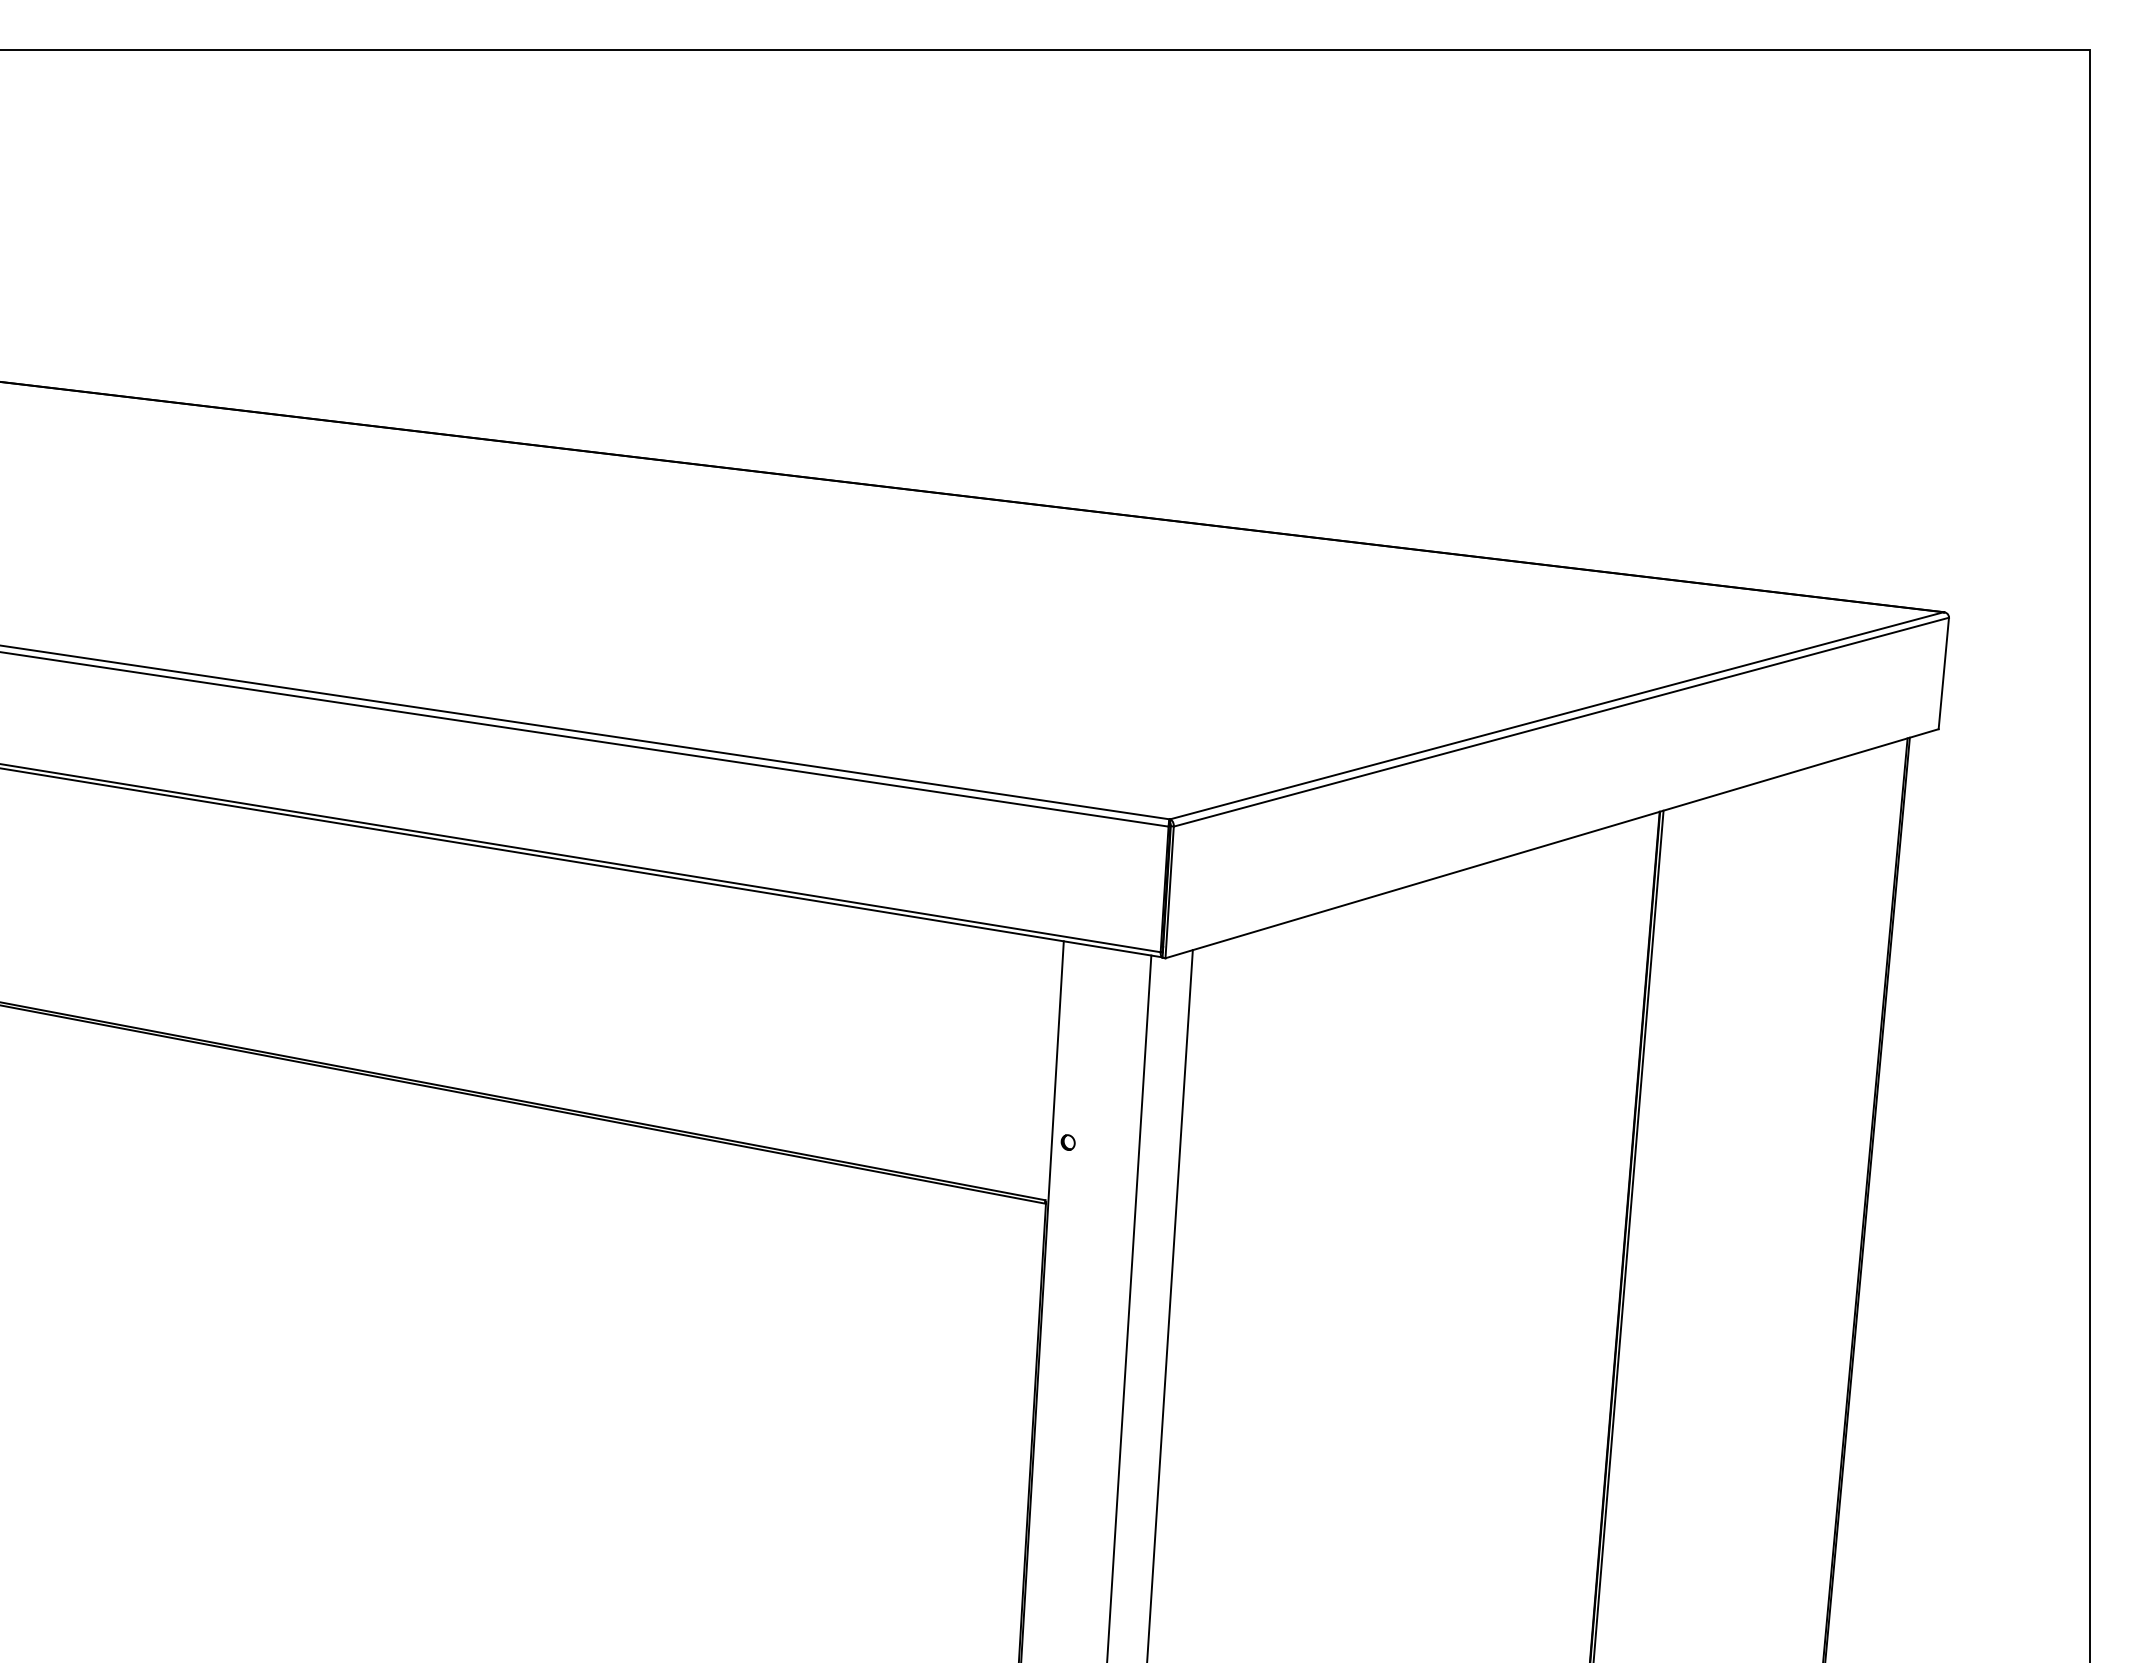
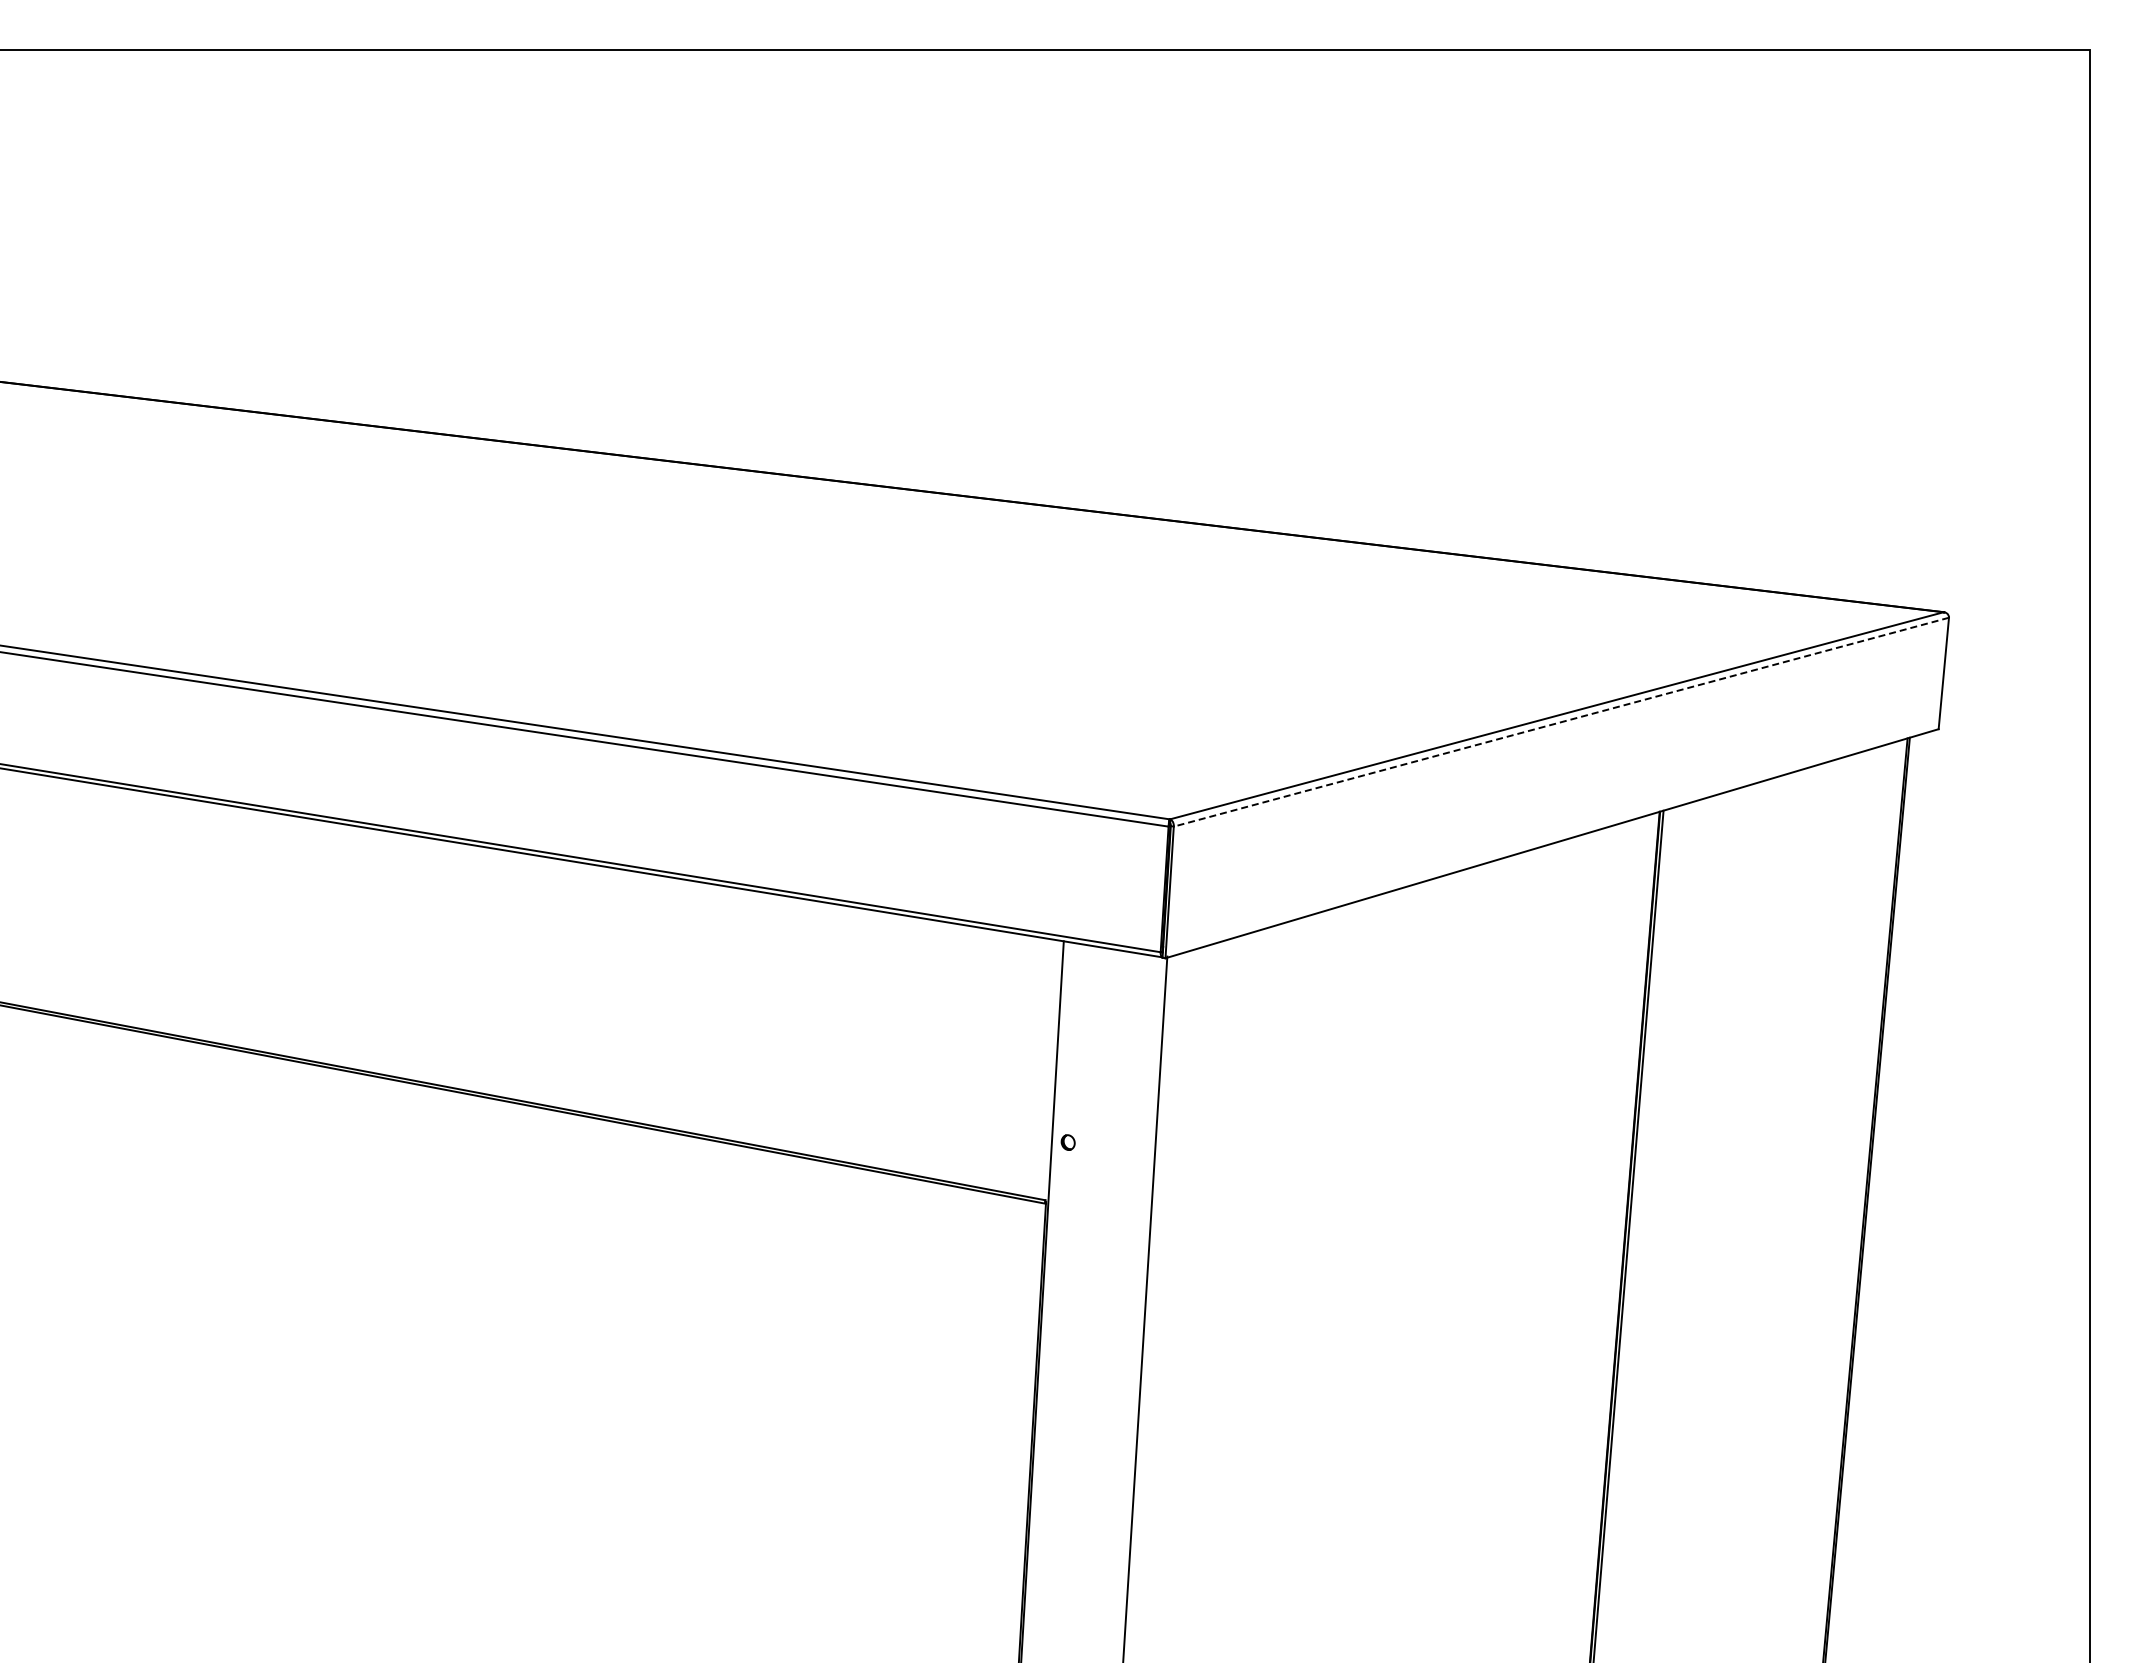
line at (1560, 722): solid -> dashed
line at (1169, 1304): present -> none
line at (1129, 1307) position: (1129, 1307) -> (1145, 1307)
